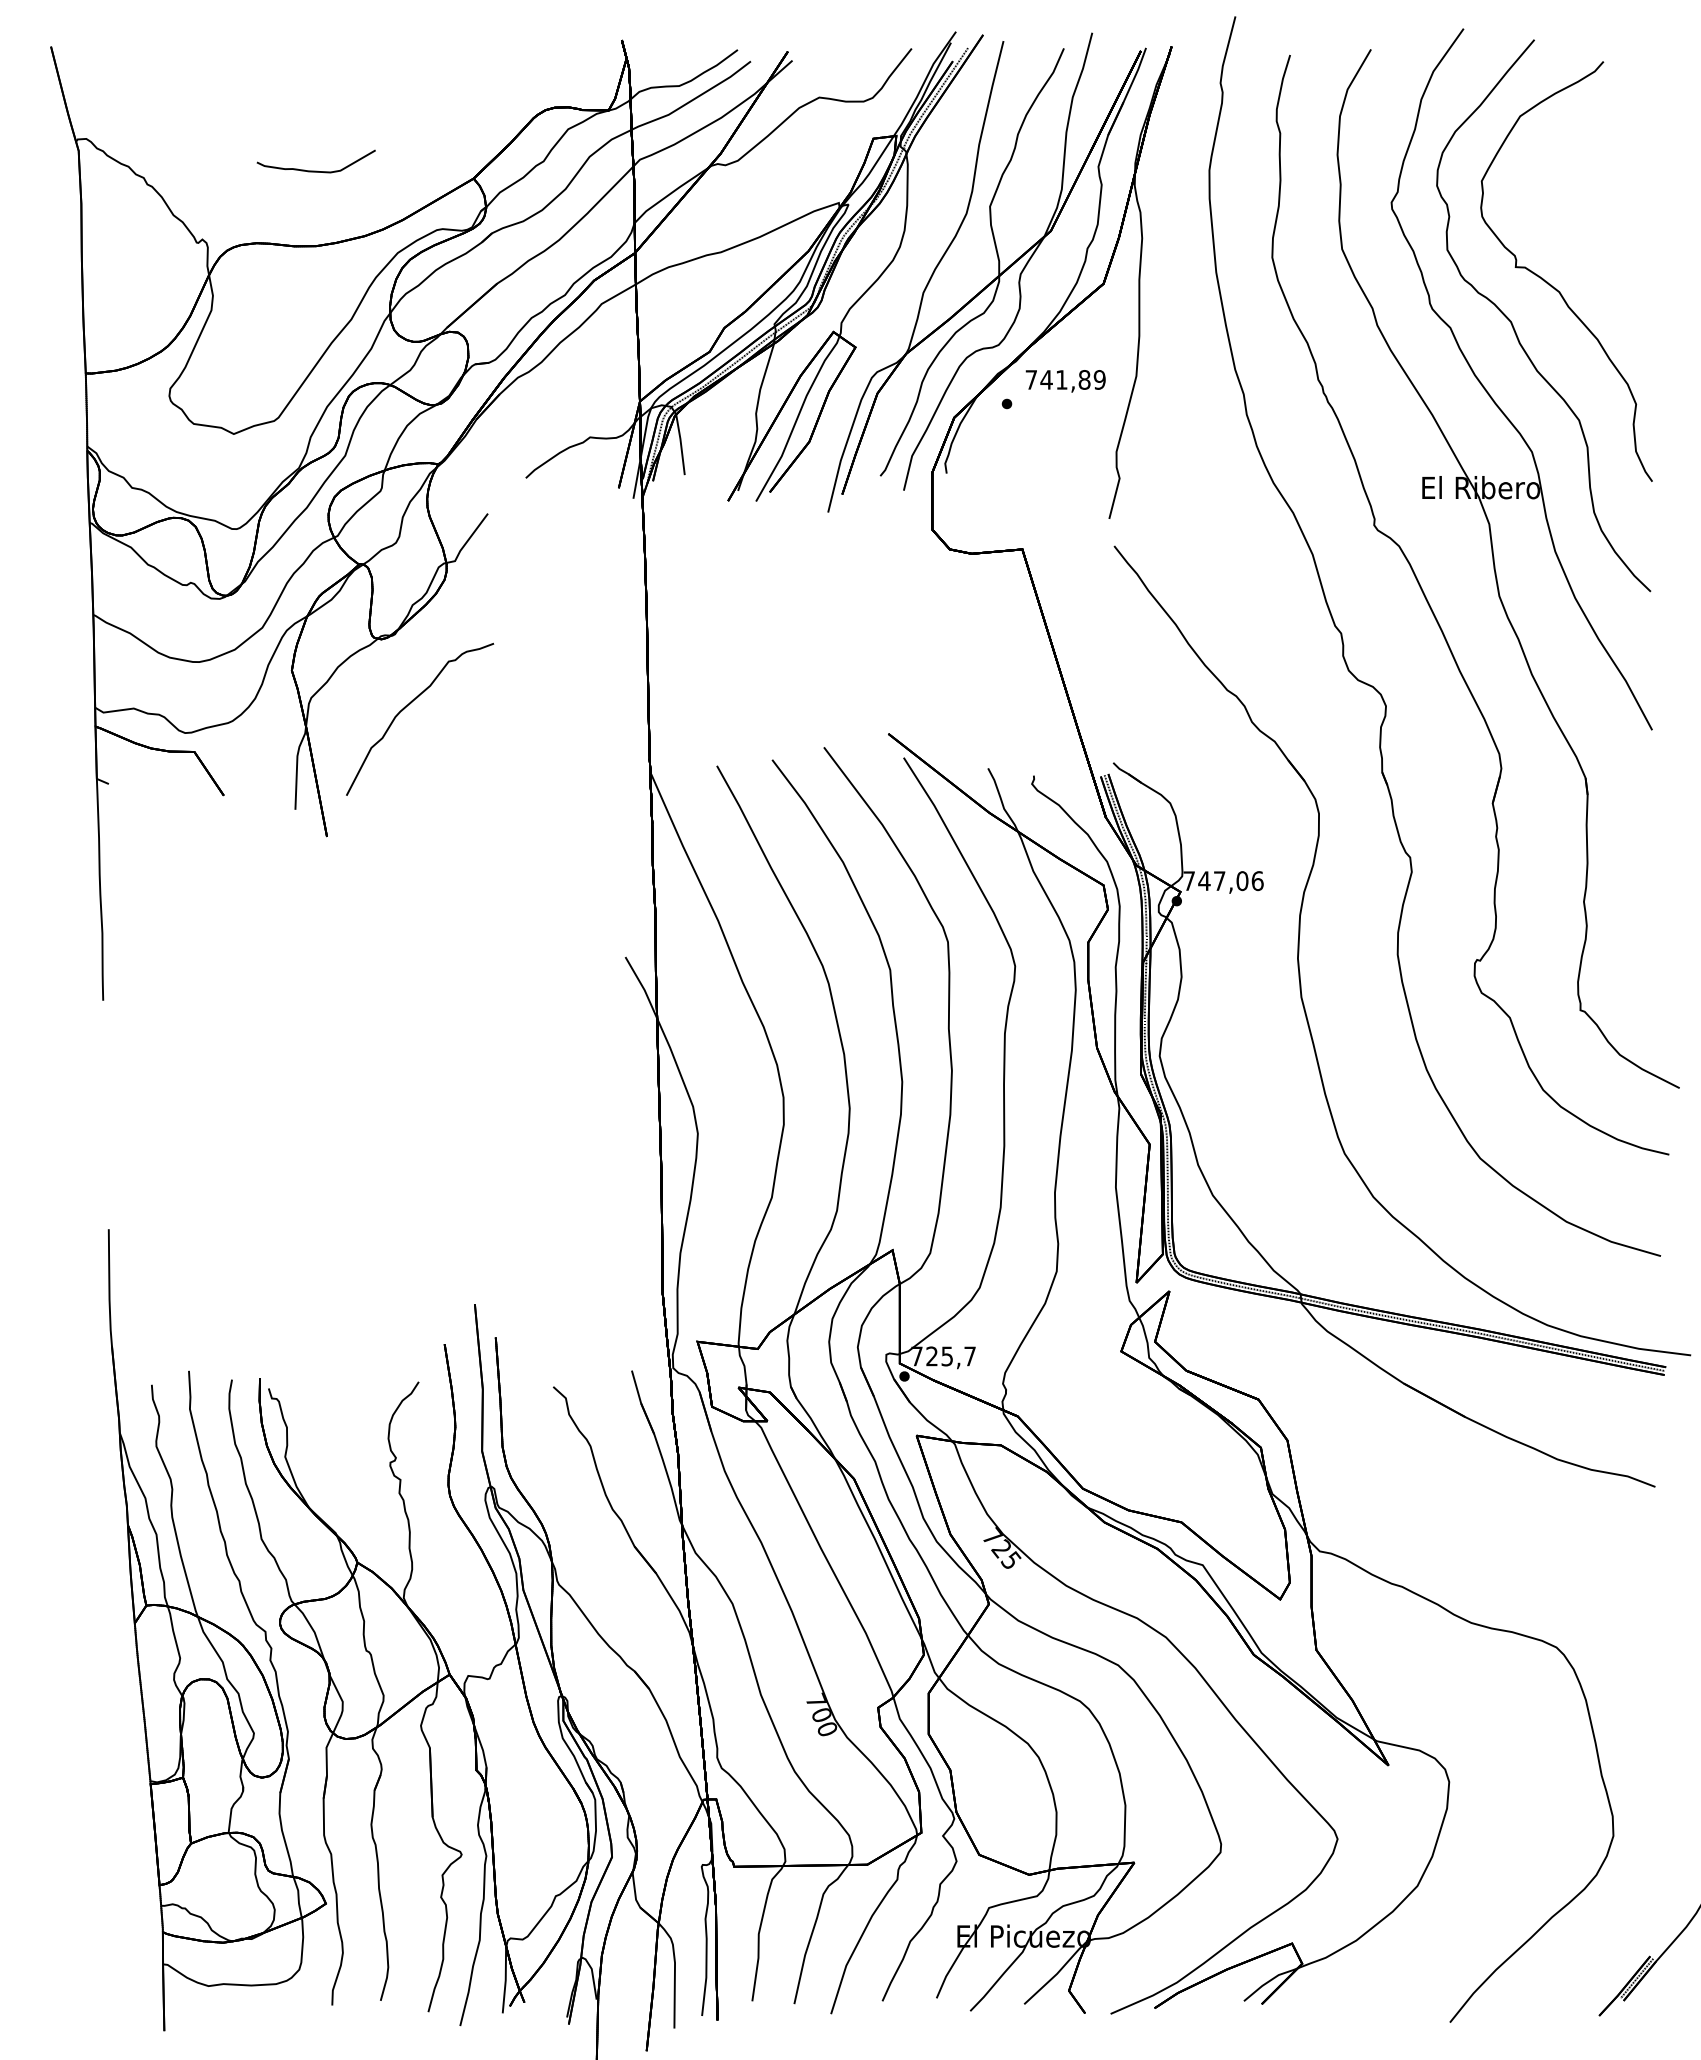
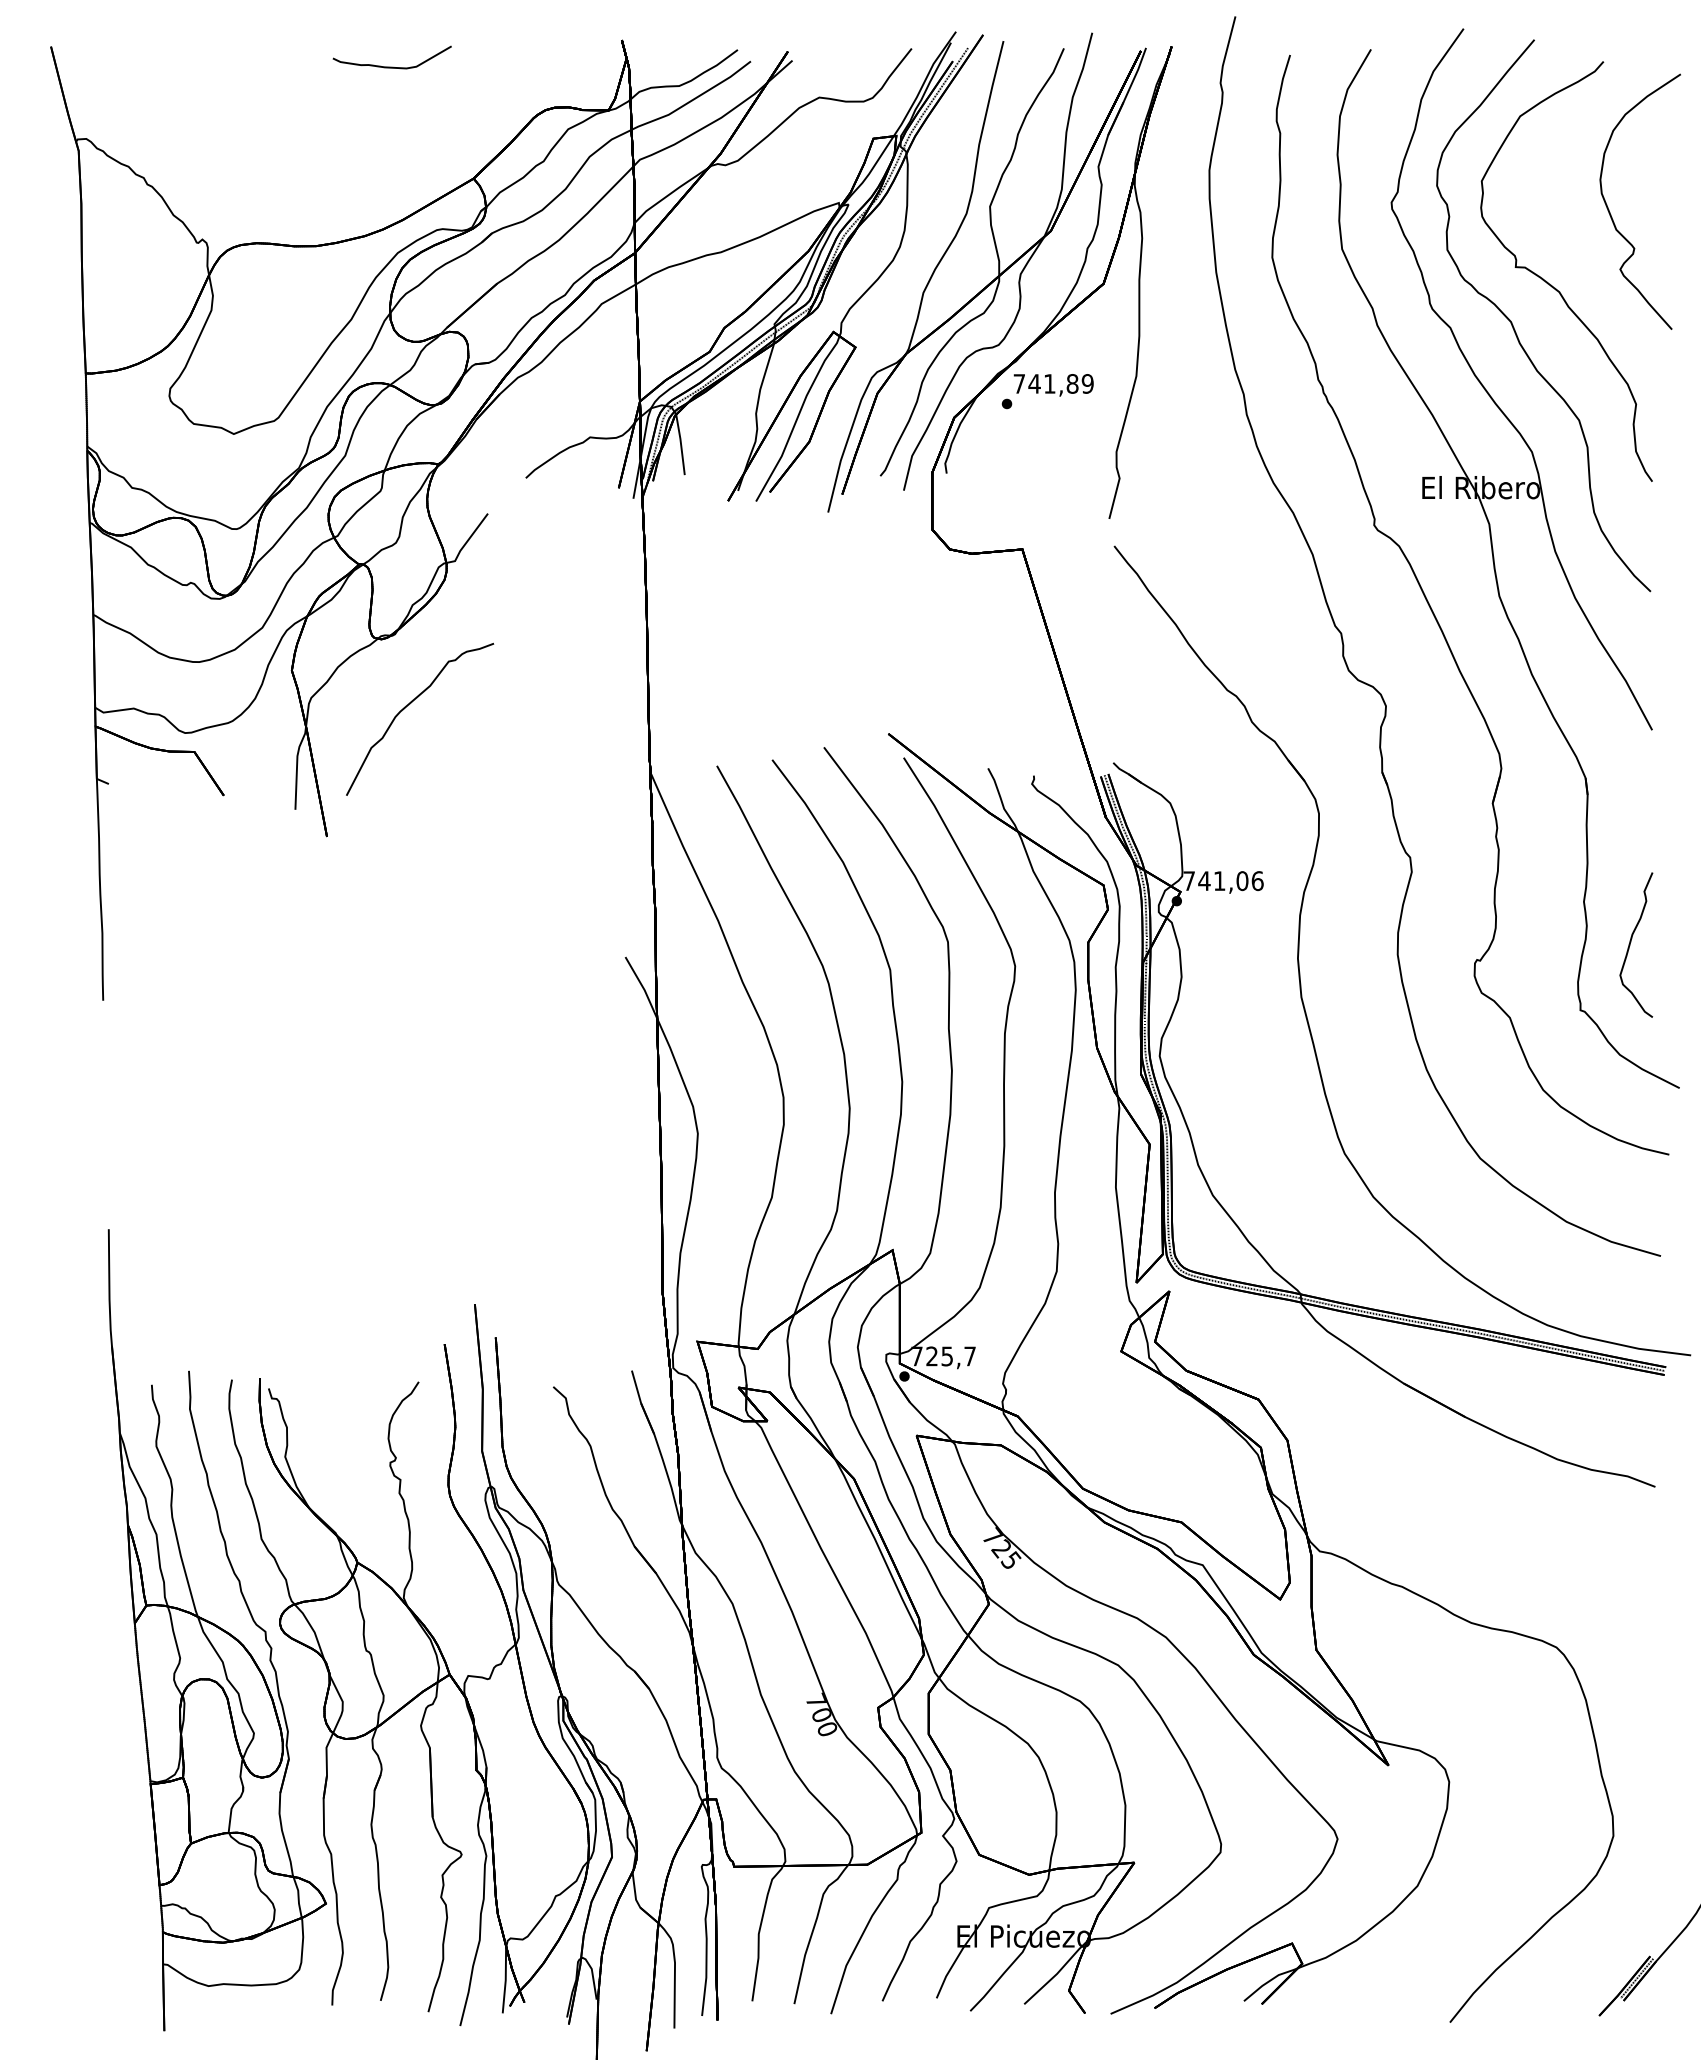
curve at (315, 170) position: (315, 170) -> (391, 66)
part at (1611, 214): none -> present
text at (1065, 381) position: (1065, 381) -> (1053, 385)
text at (1219, 880): 747,06 -> 741,06
part at (1636, 944): none -> present
